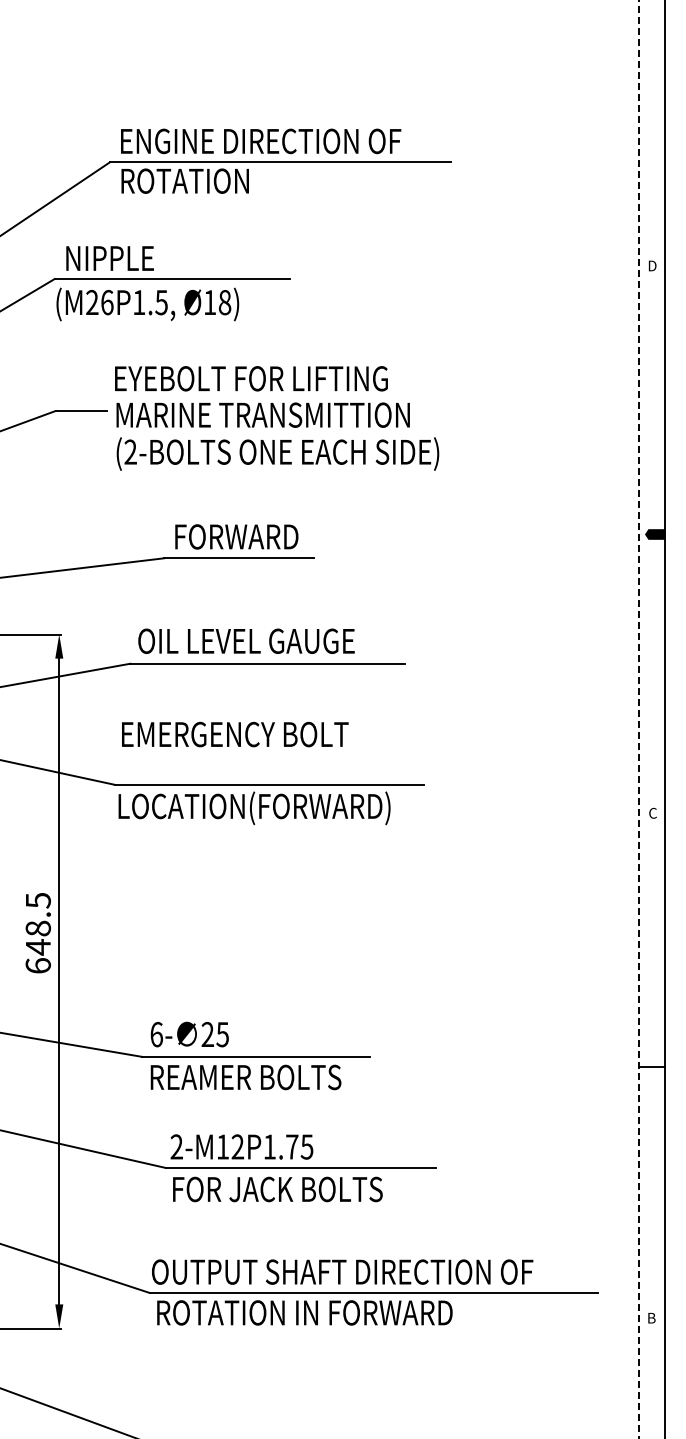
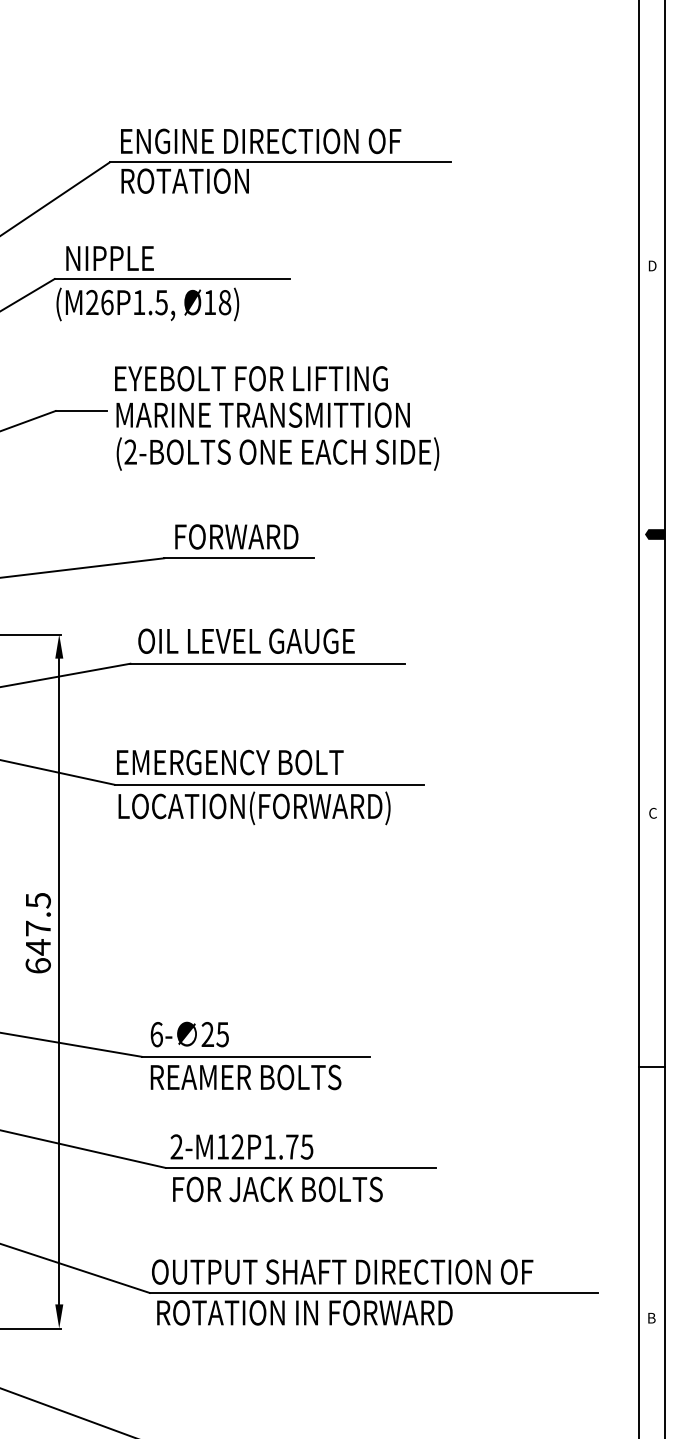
line at (638, 719): dashed -> solid
text at (235, 734) position: (235, 734) -> (230, 762)
text at (37, 928): 648.5 -> 647.5
